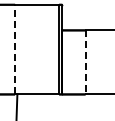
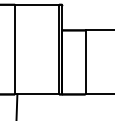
line at (15, 49): dashed -> solid
line at (85, 62): dashed -> solid
